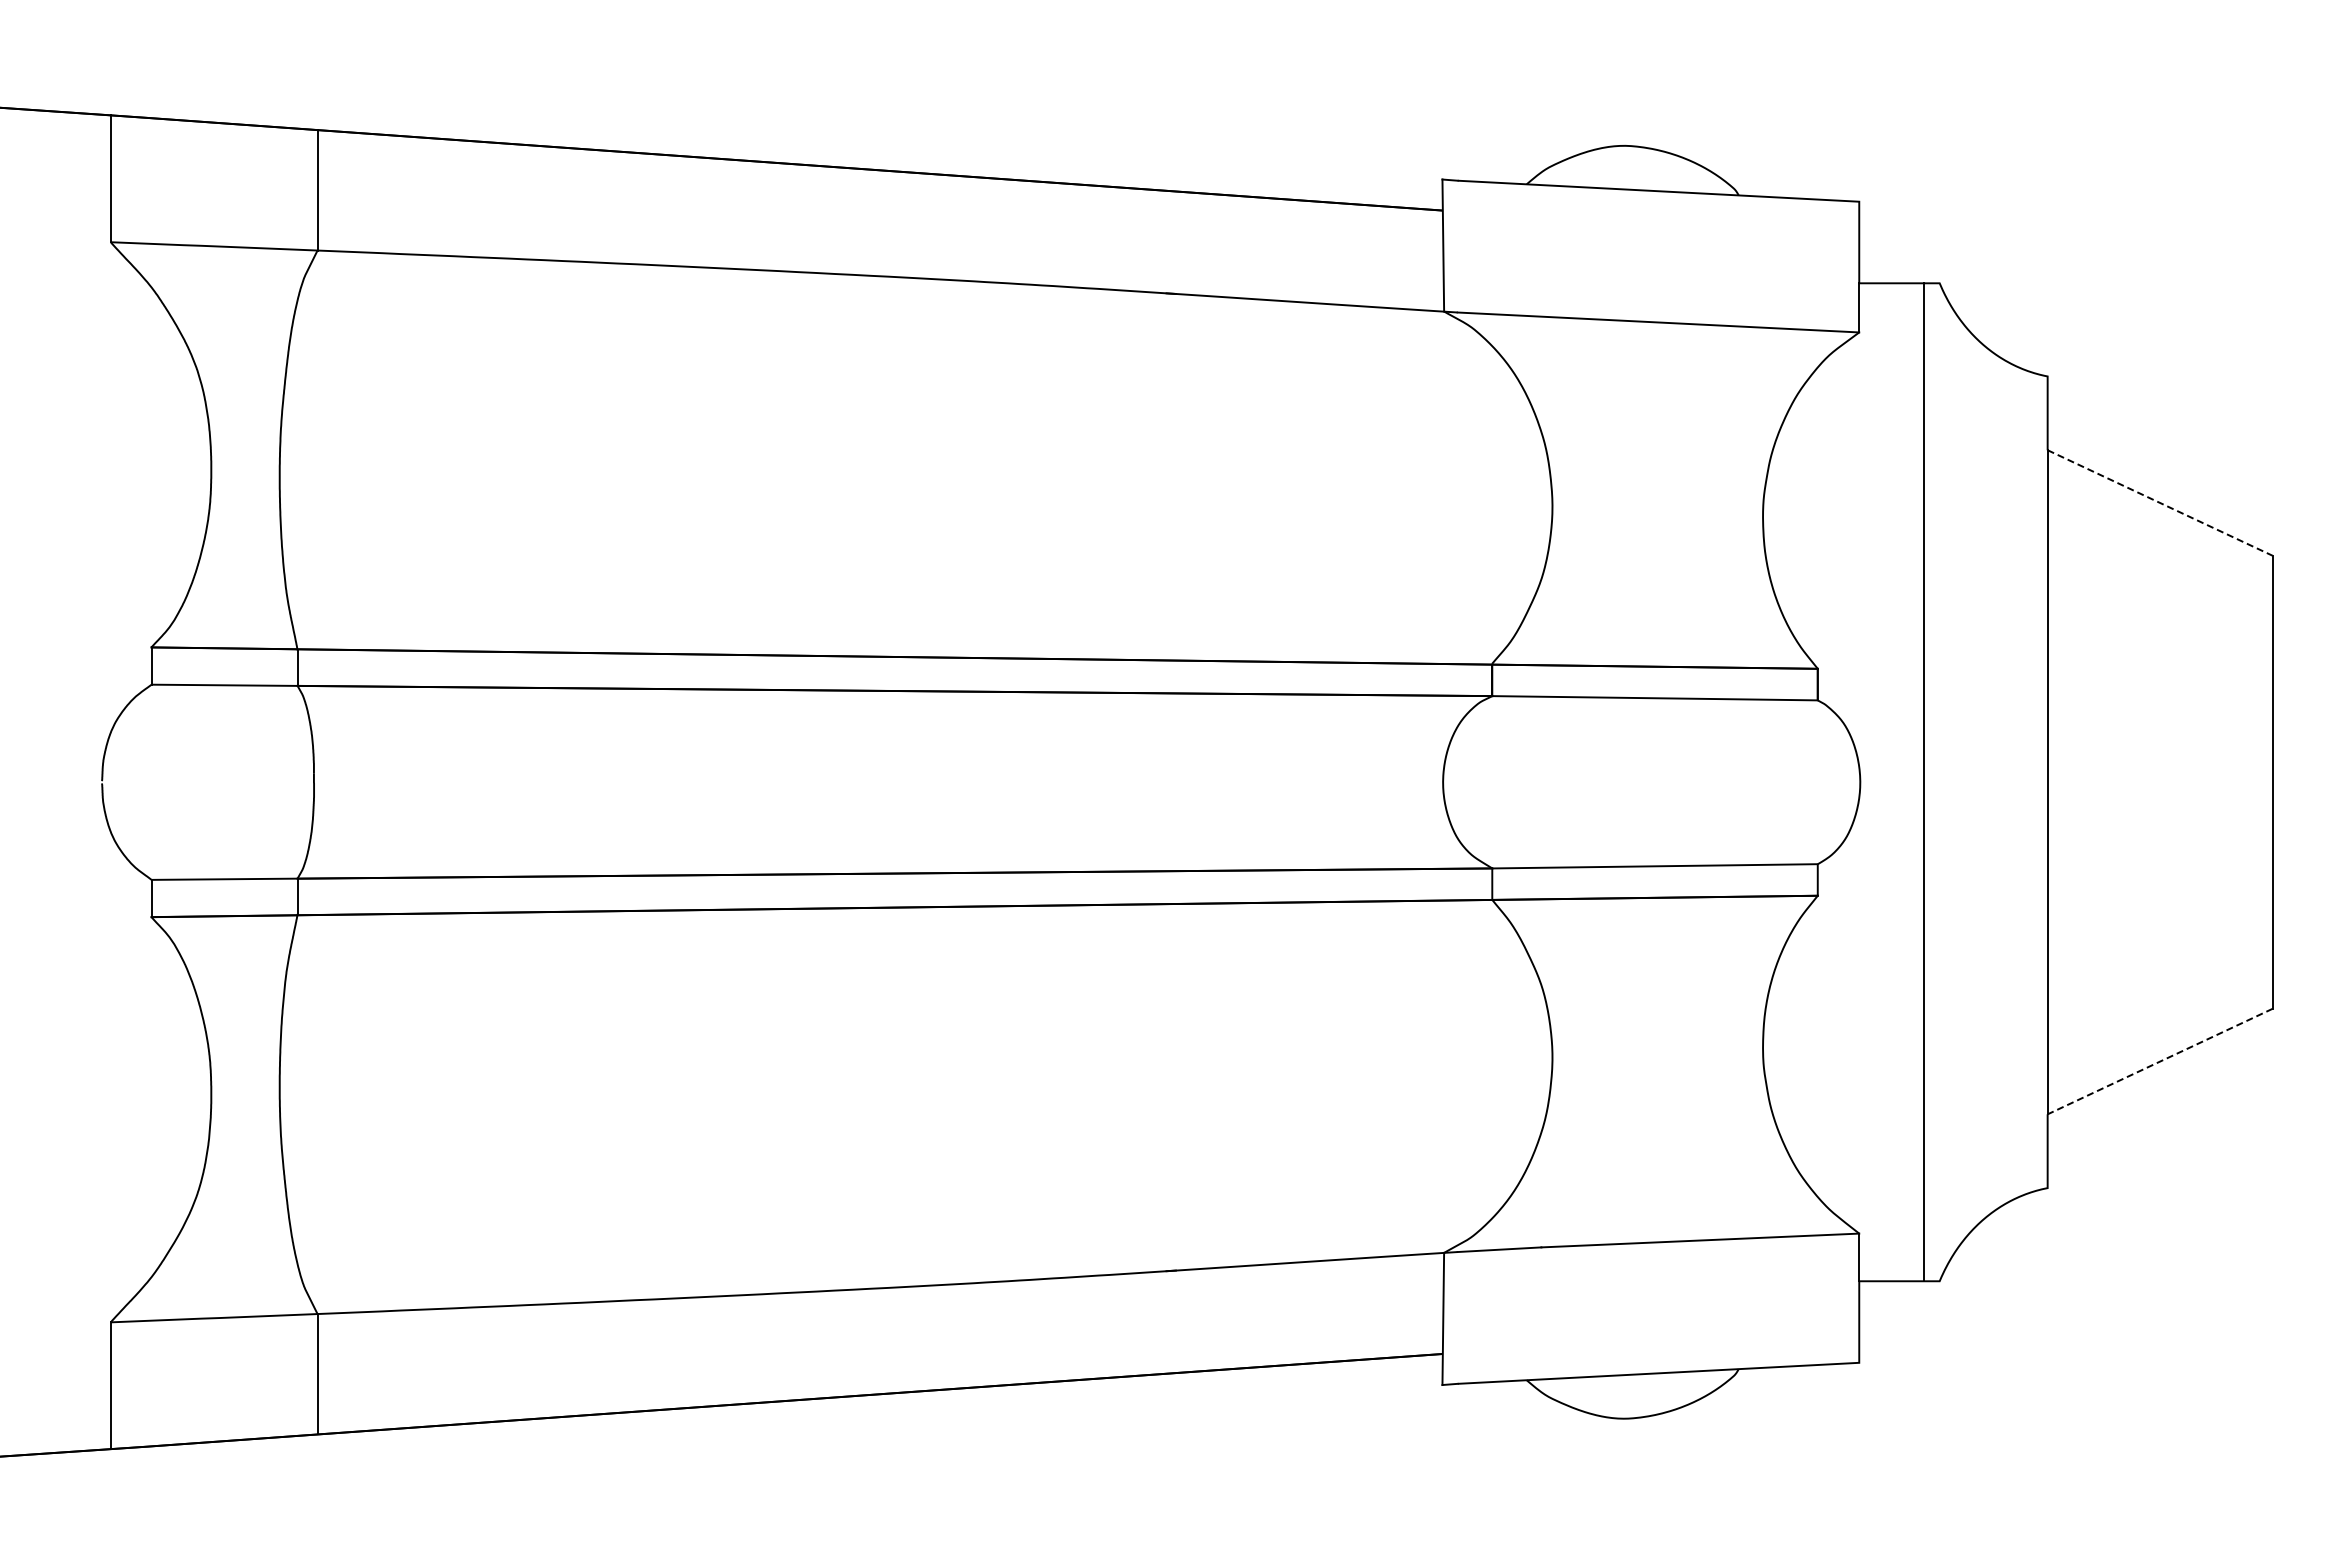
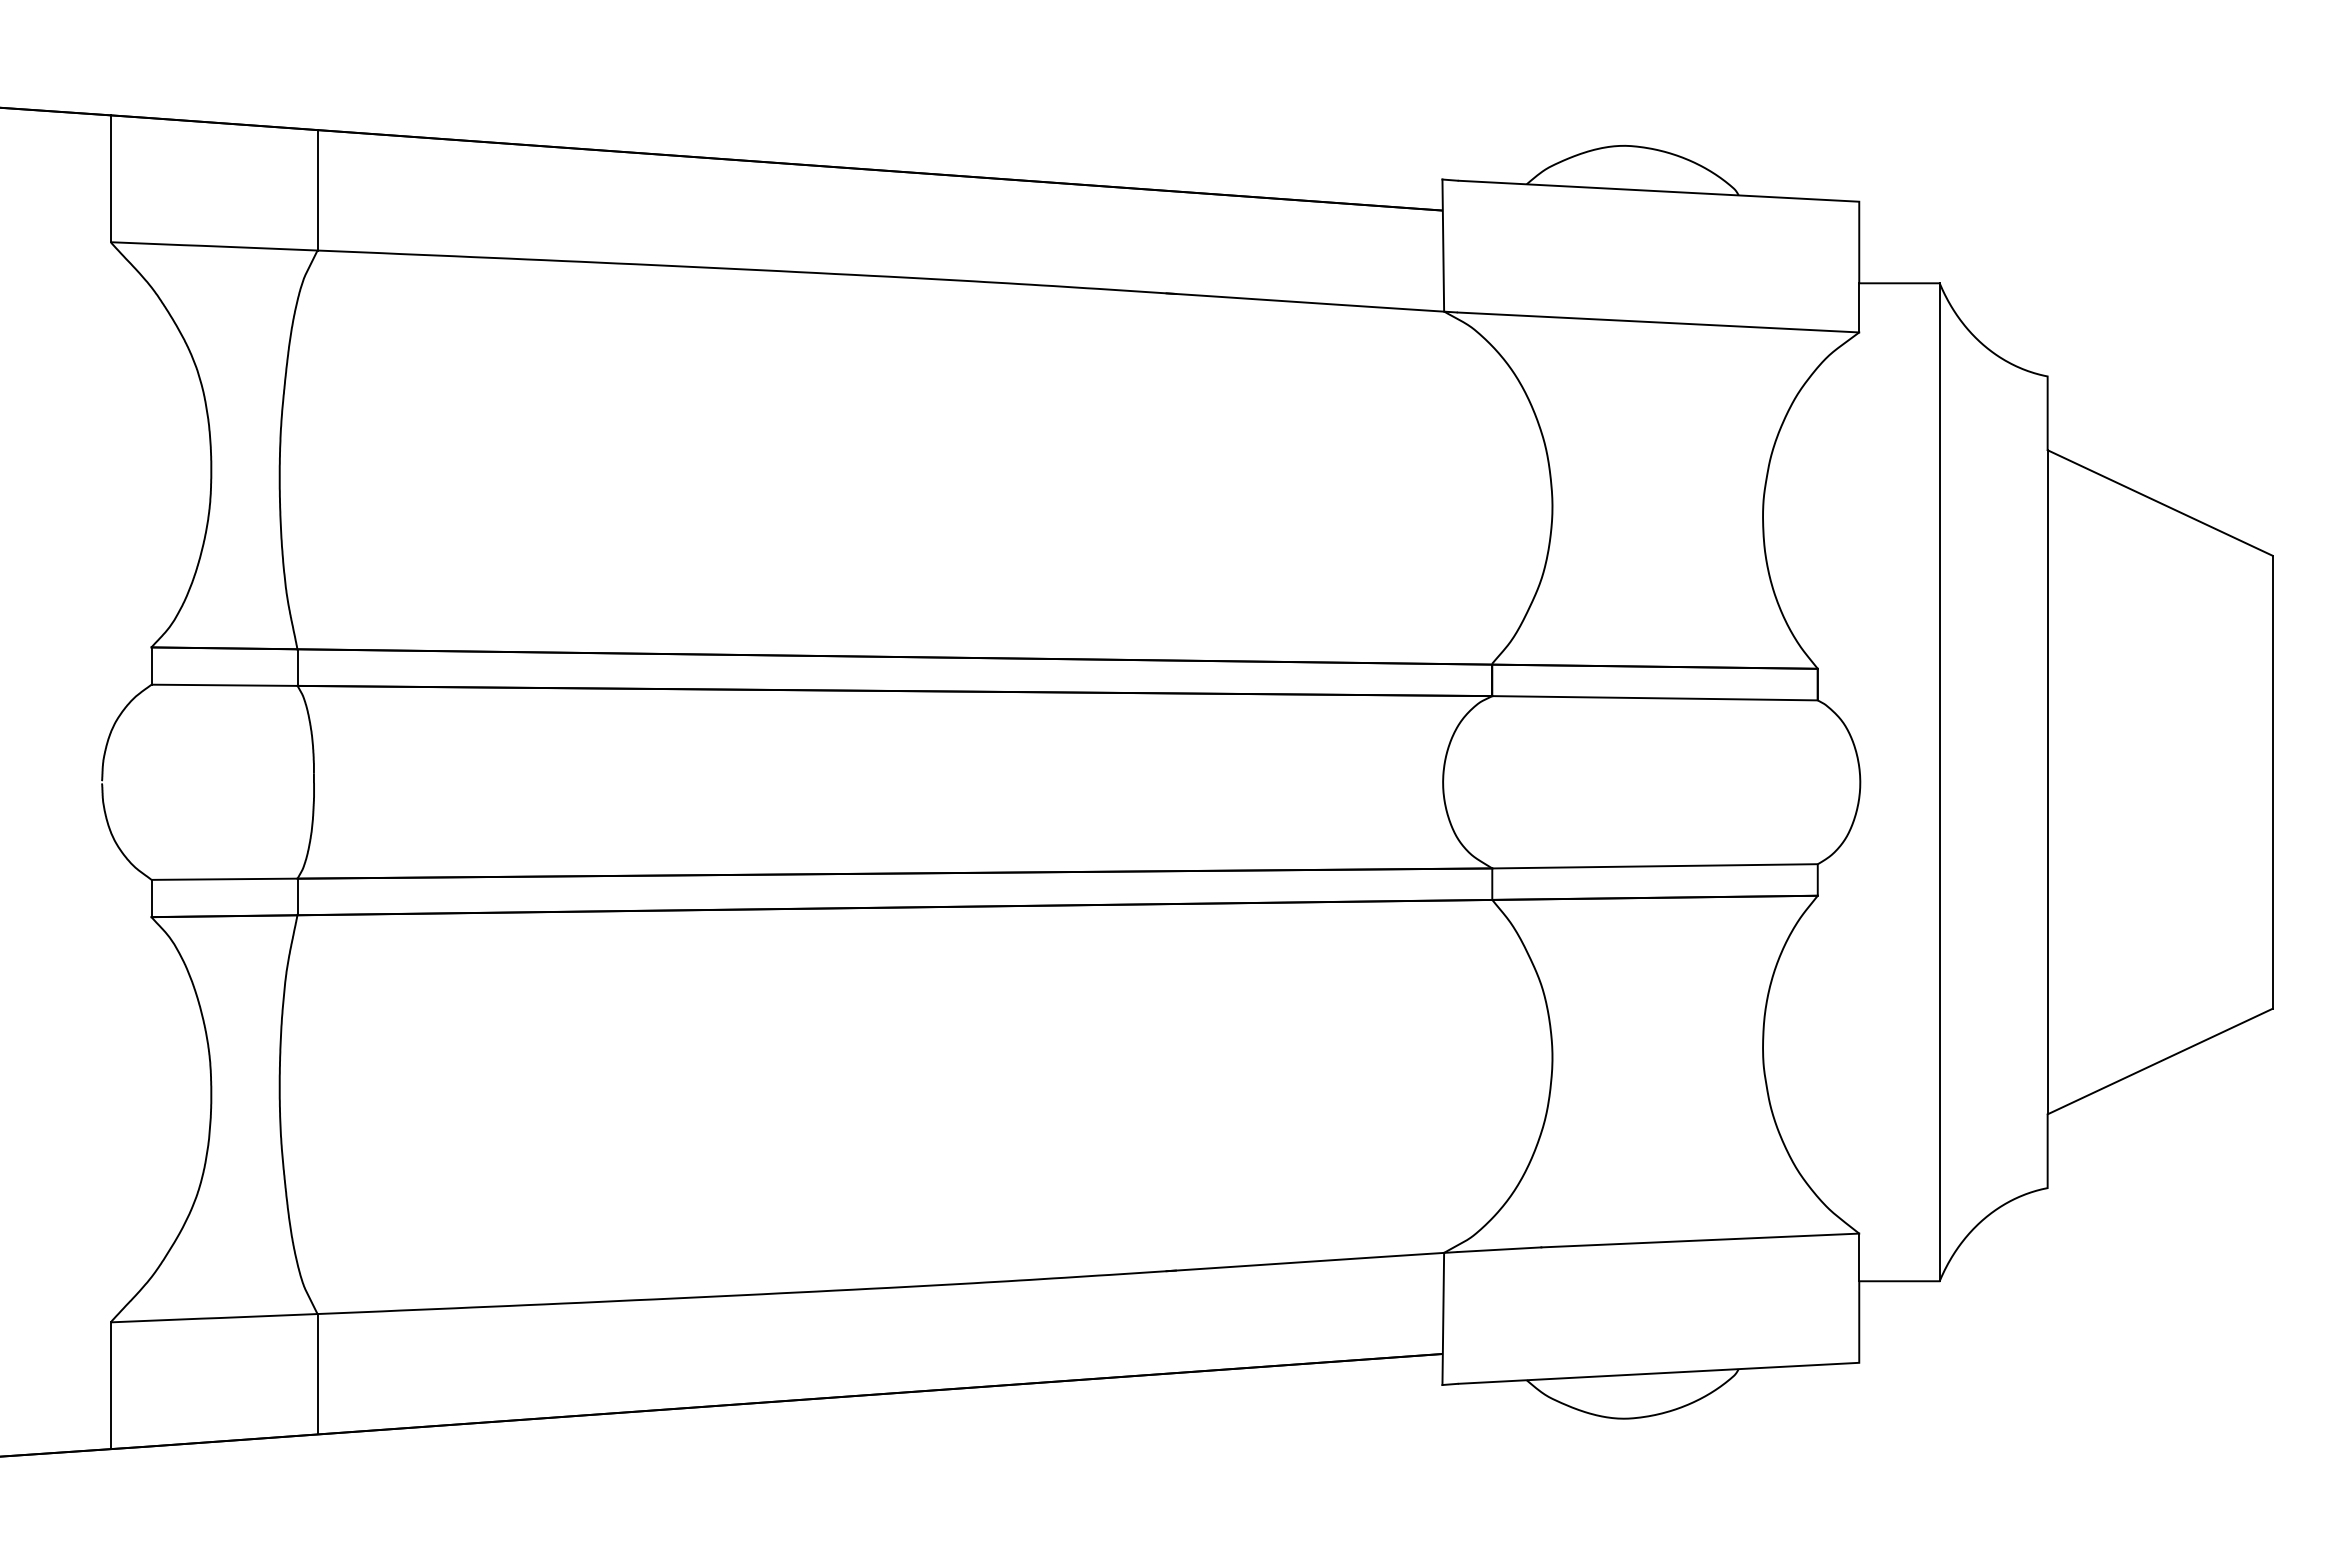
line at (2160, 503): dashed -> solid
line at (1923, 782) position: (1923, 782) -> (1939, 782)
line at (2159, 1061): dashed -> solid
